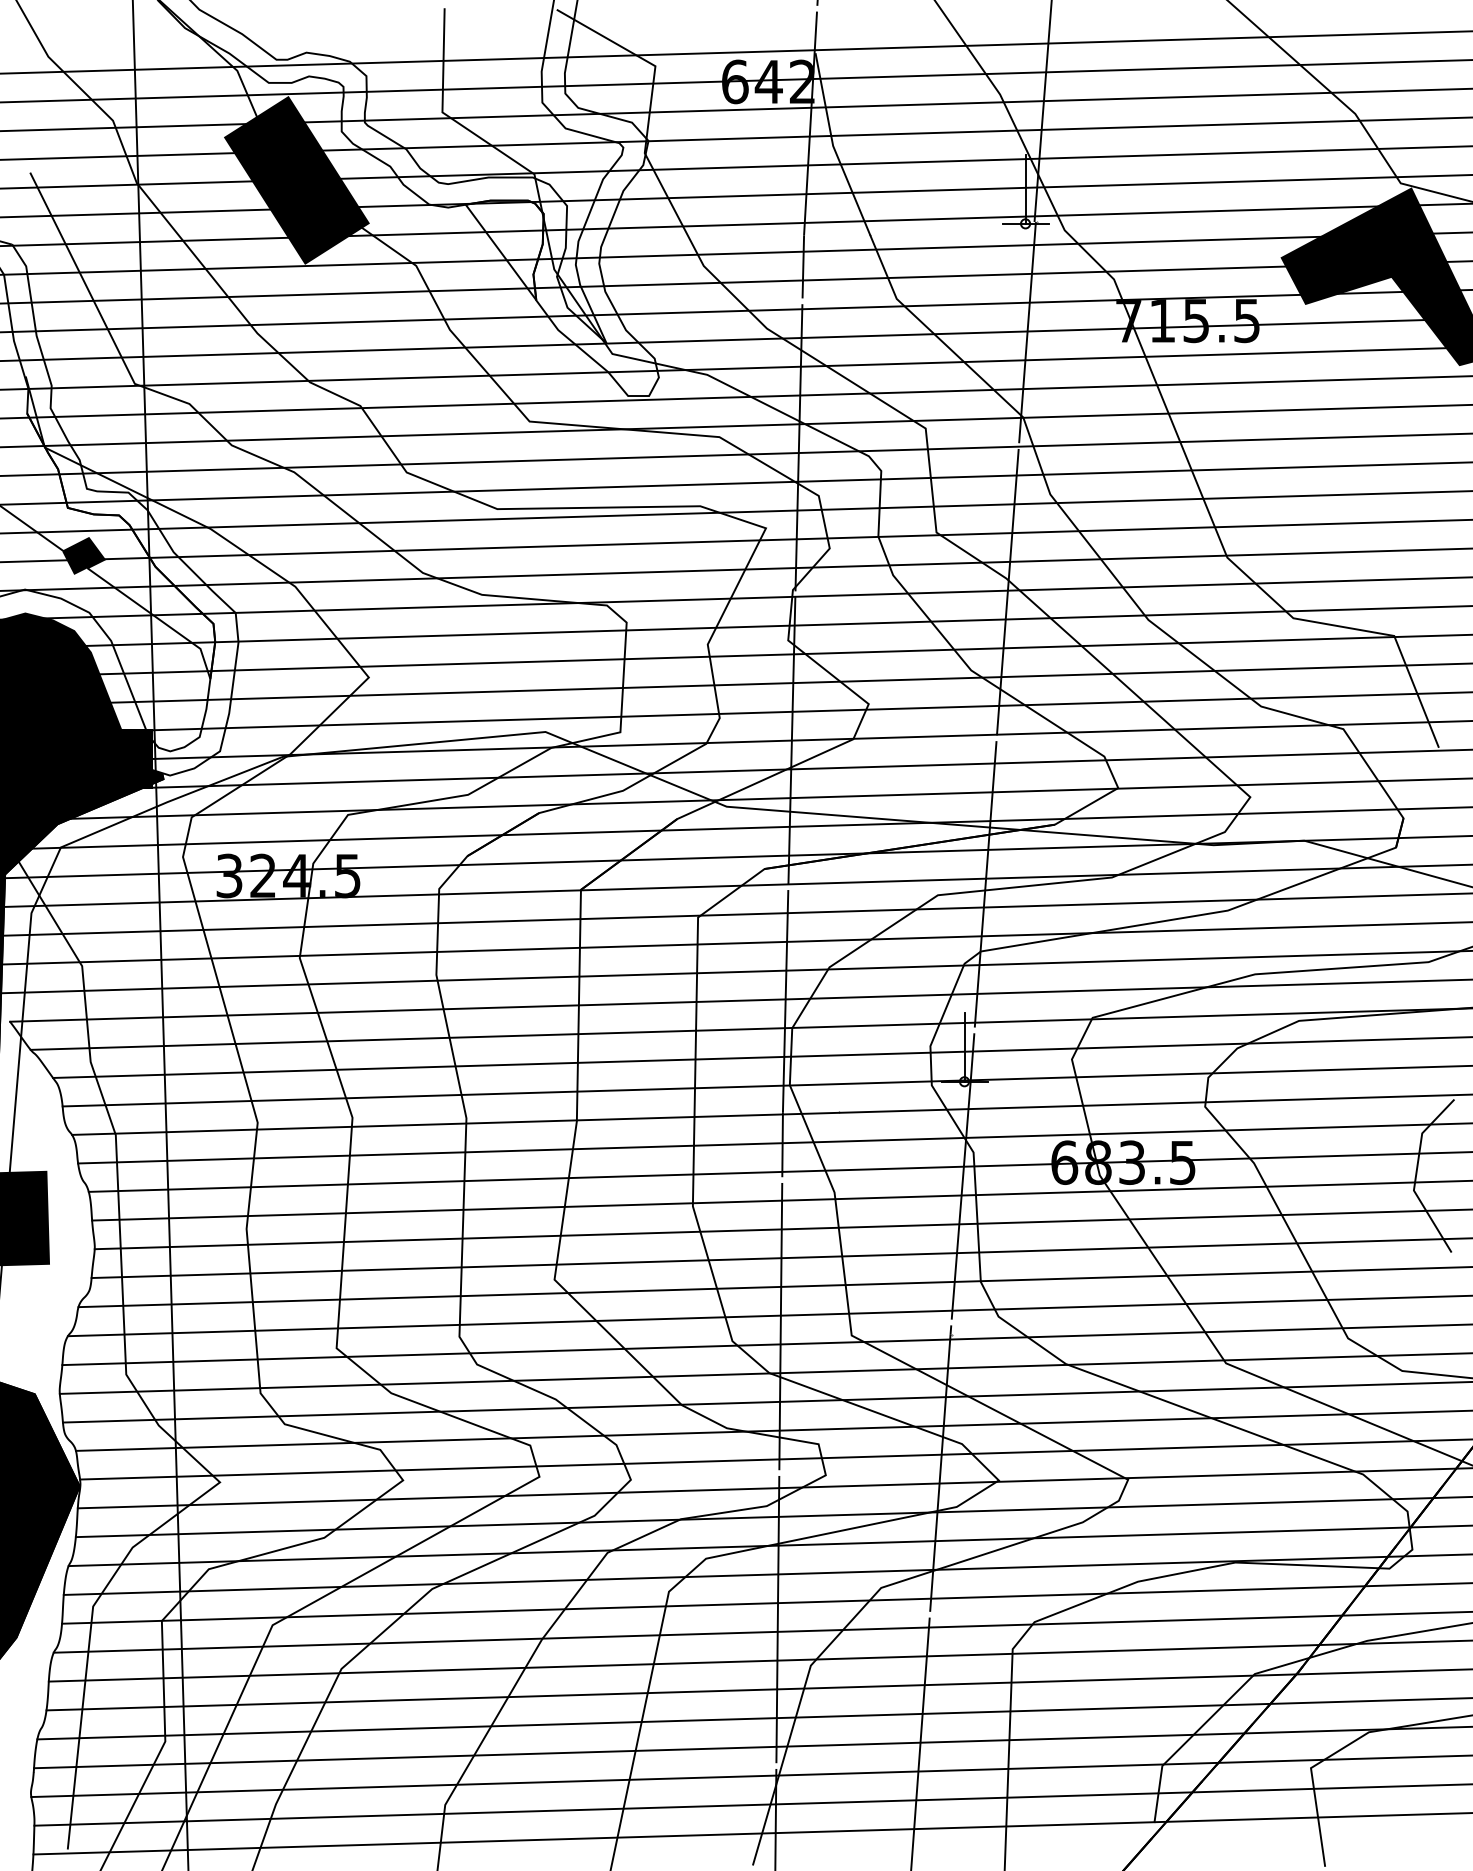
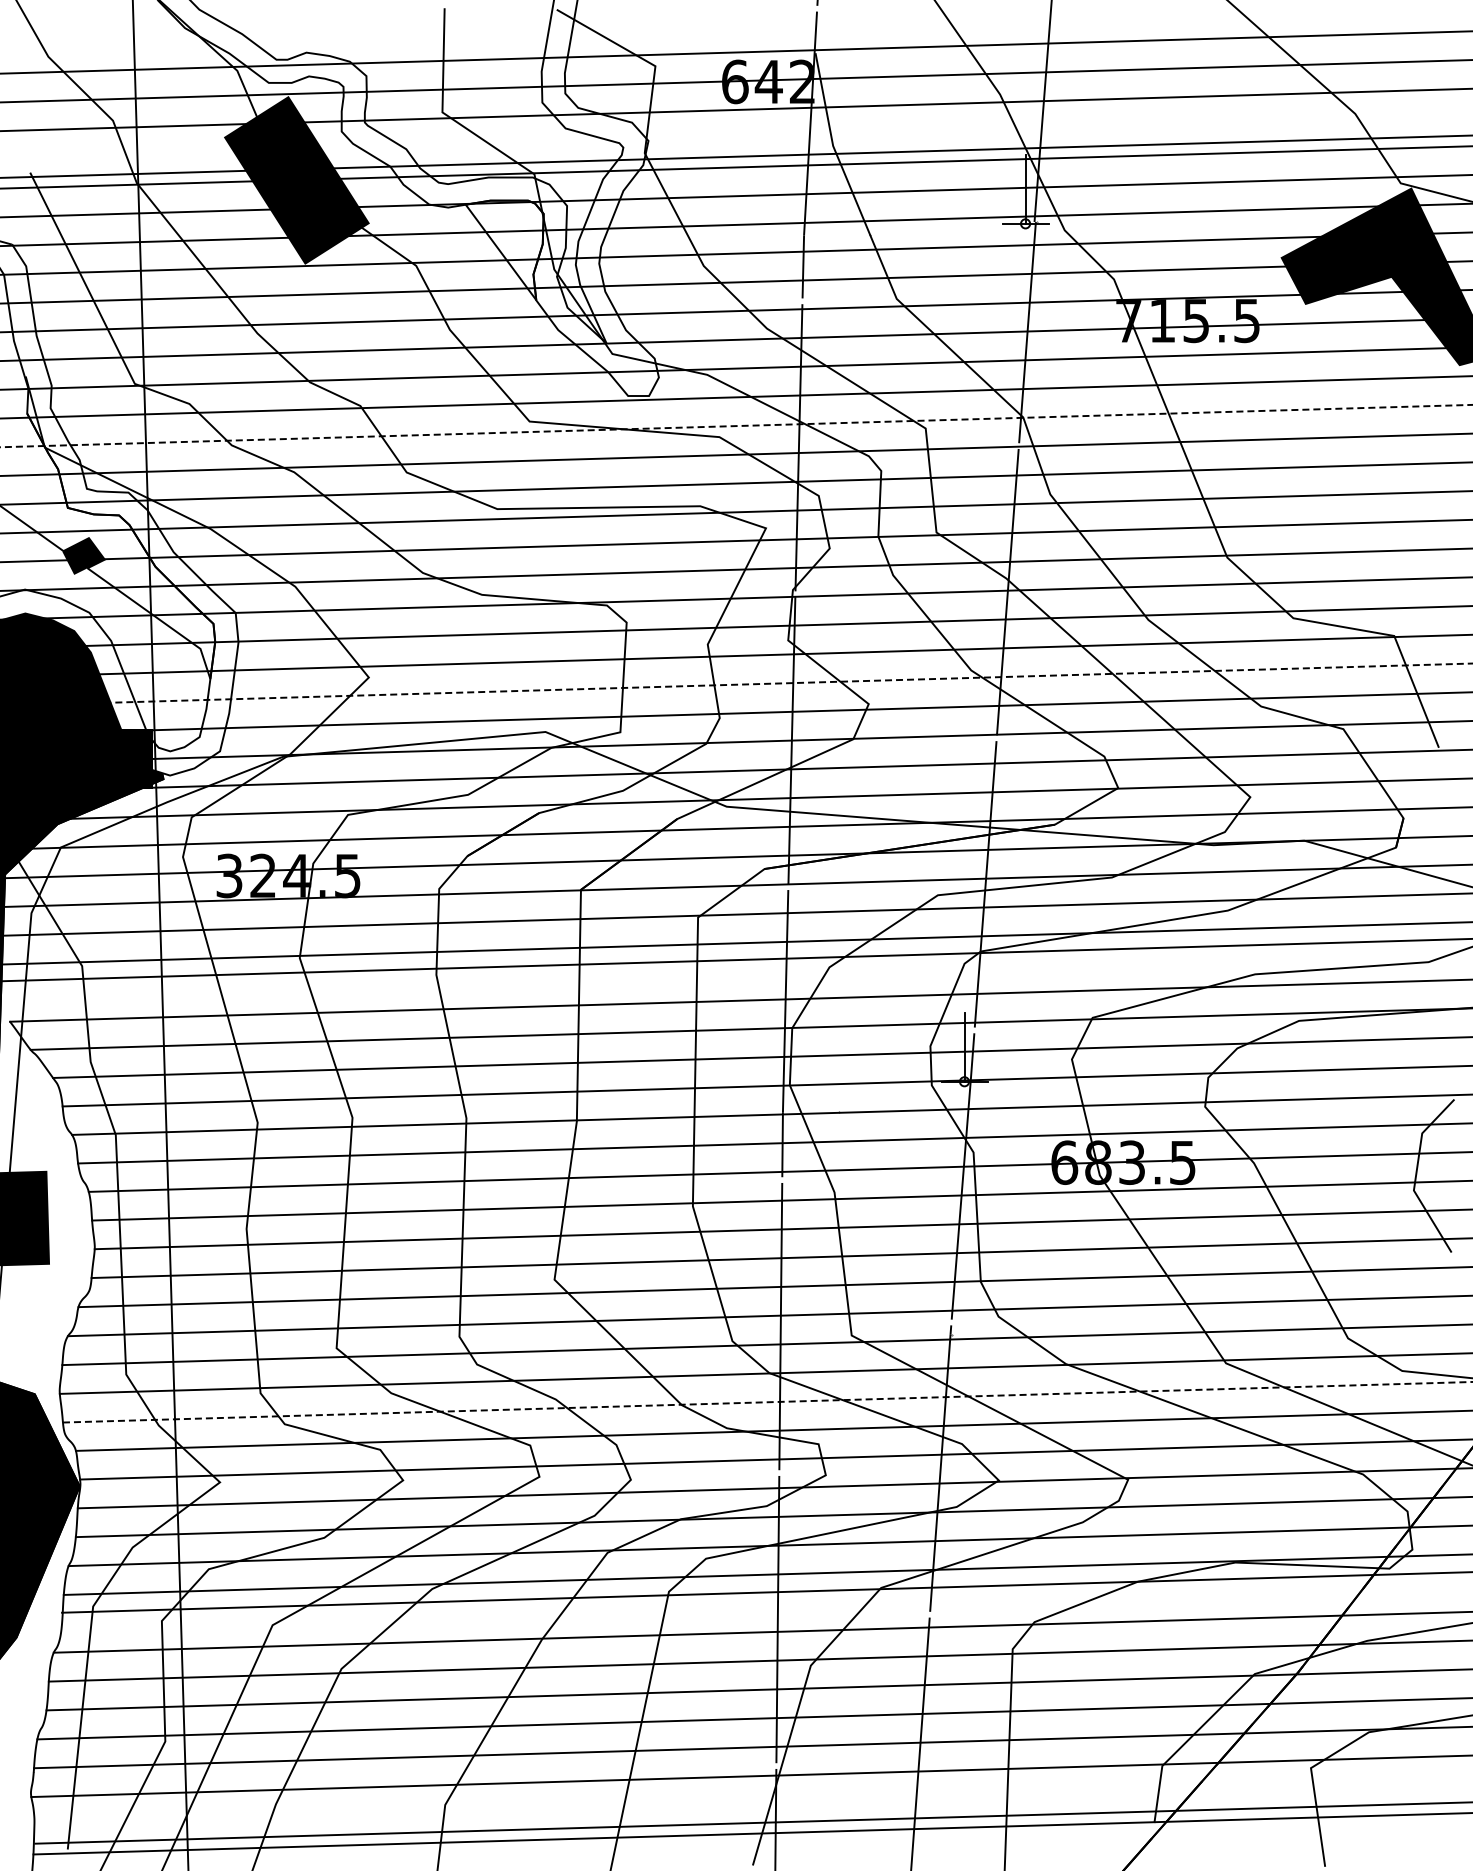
line at (735, 138) position: (735, 138) -> (735, 156)
line at (737, 426): solid -> dashed
line at (736, 684): solid -> dashed
line at (735, 972) position: (735, 972) -> (735, 960)
line at (767, 1402): solid -> dashed
line at (765, 1603) position: (765, 1603) -> (765, 1592)
line at (751, 1804) position: (751, 1804) -> (752, 1822)
